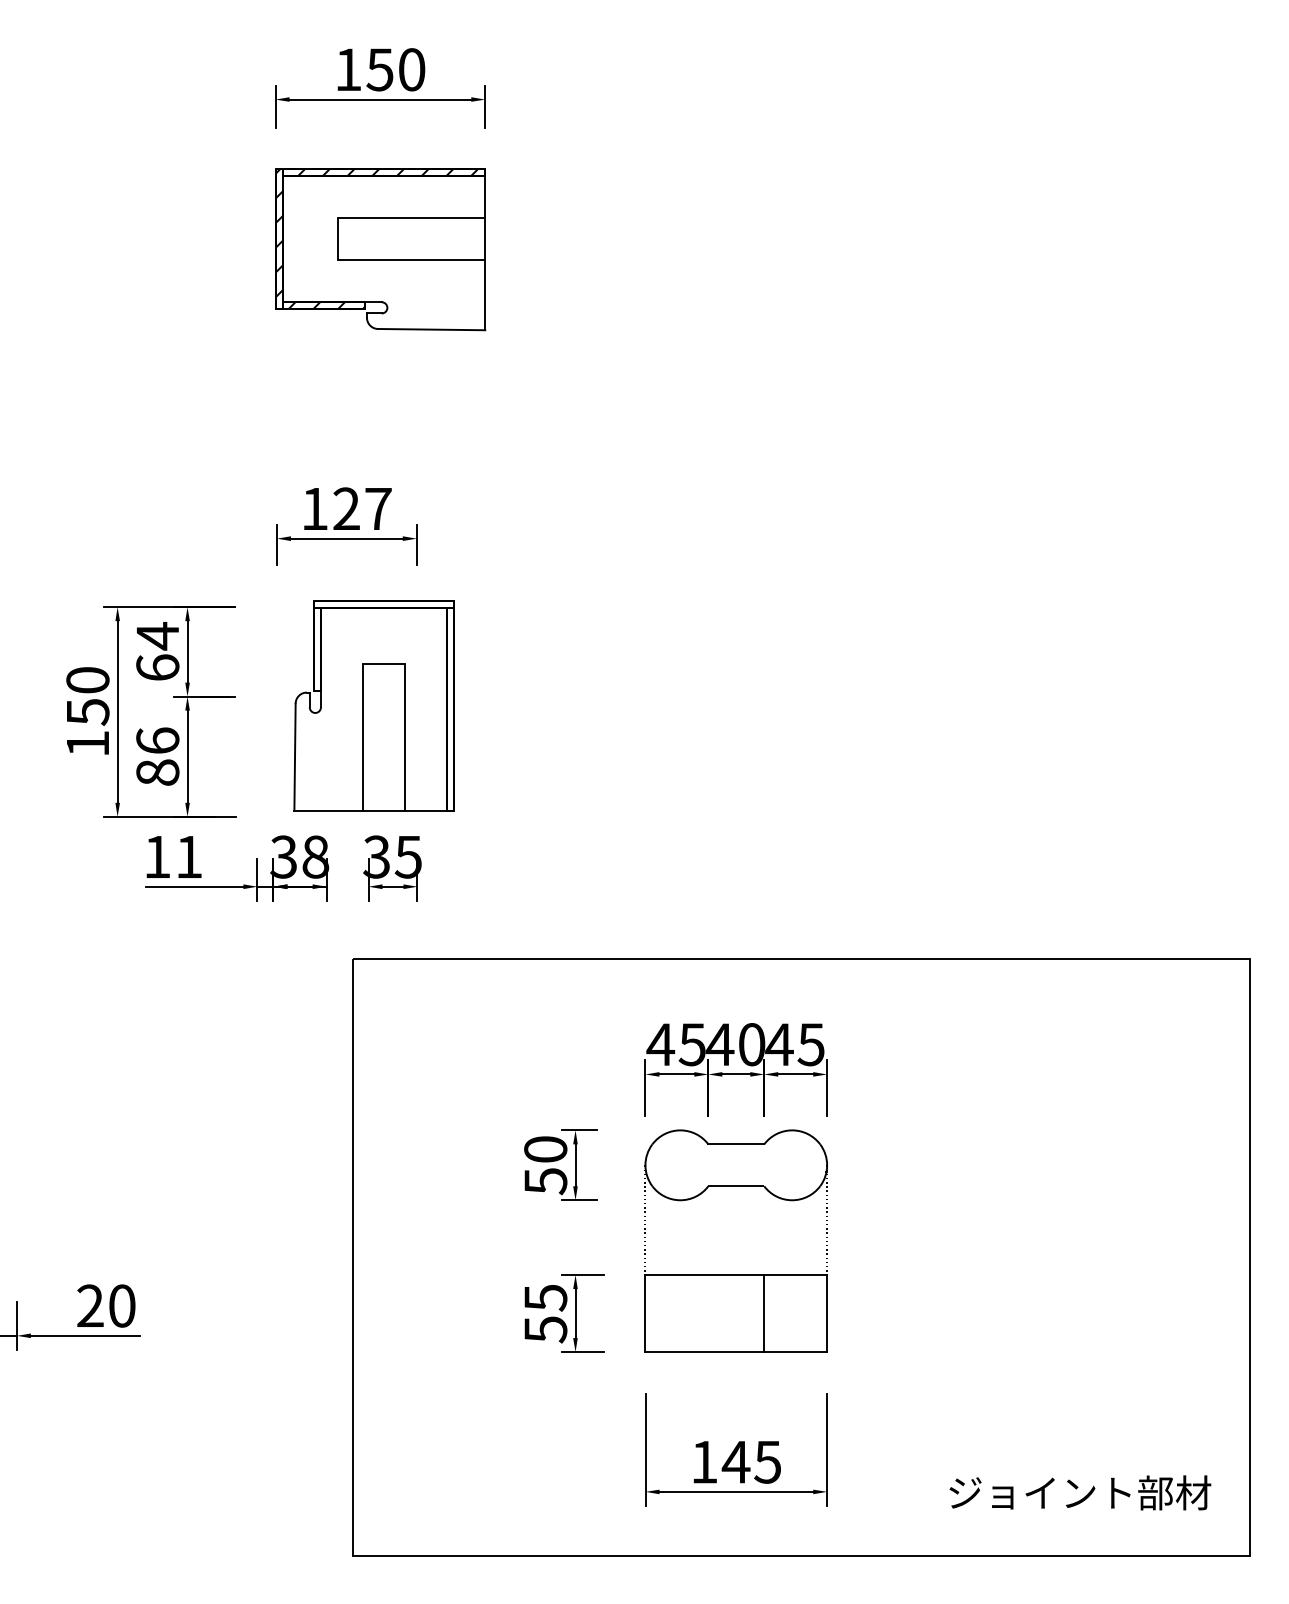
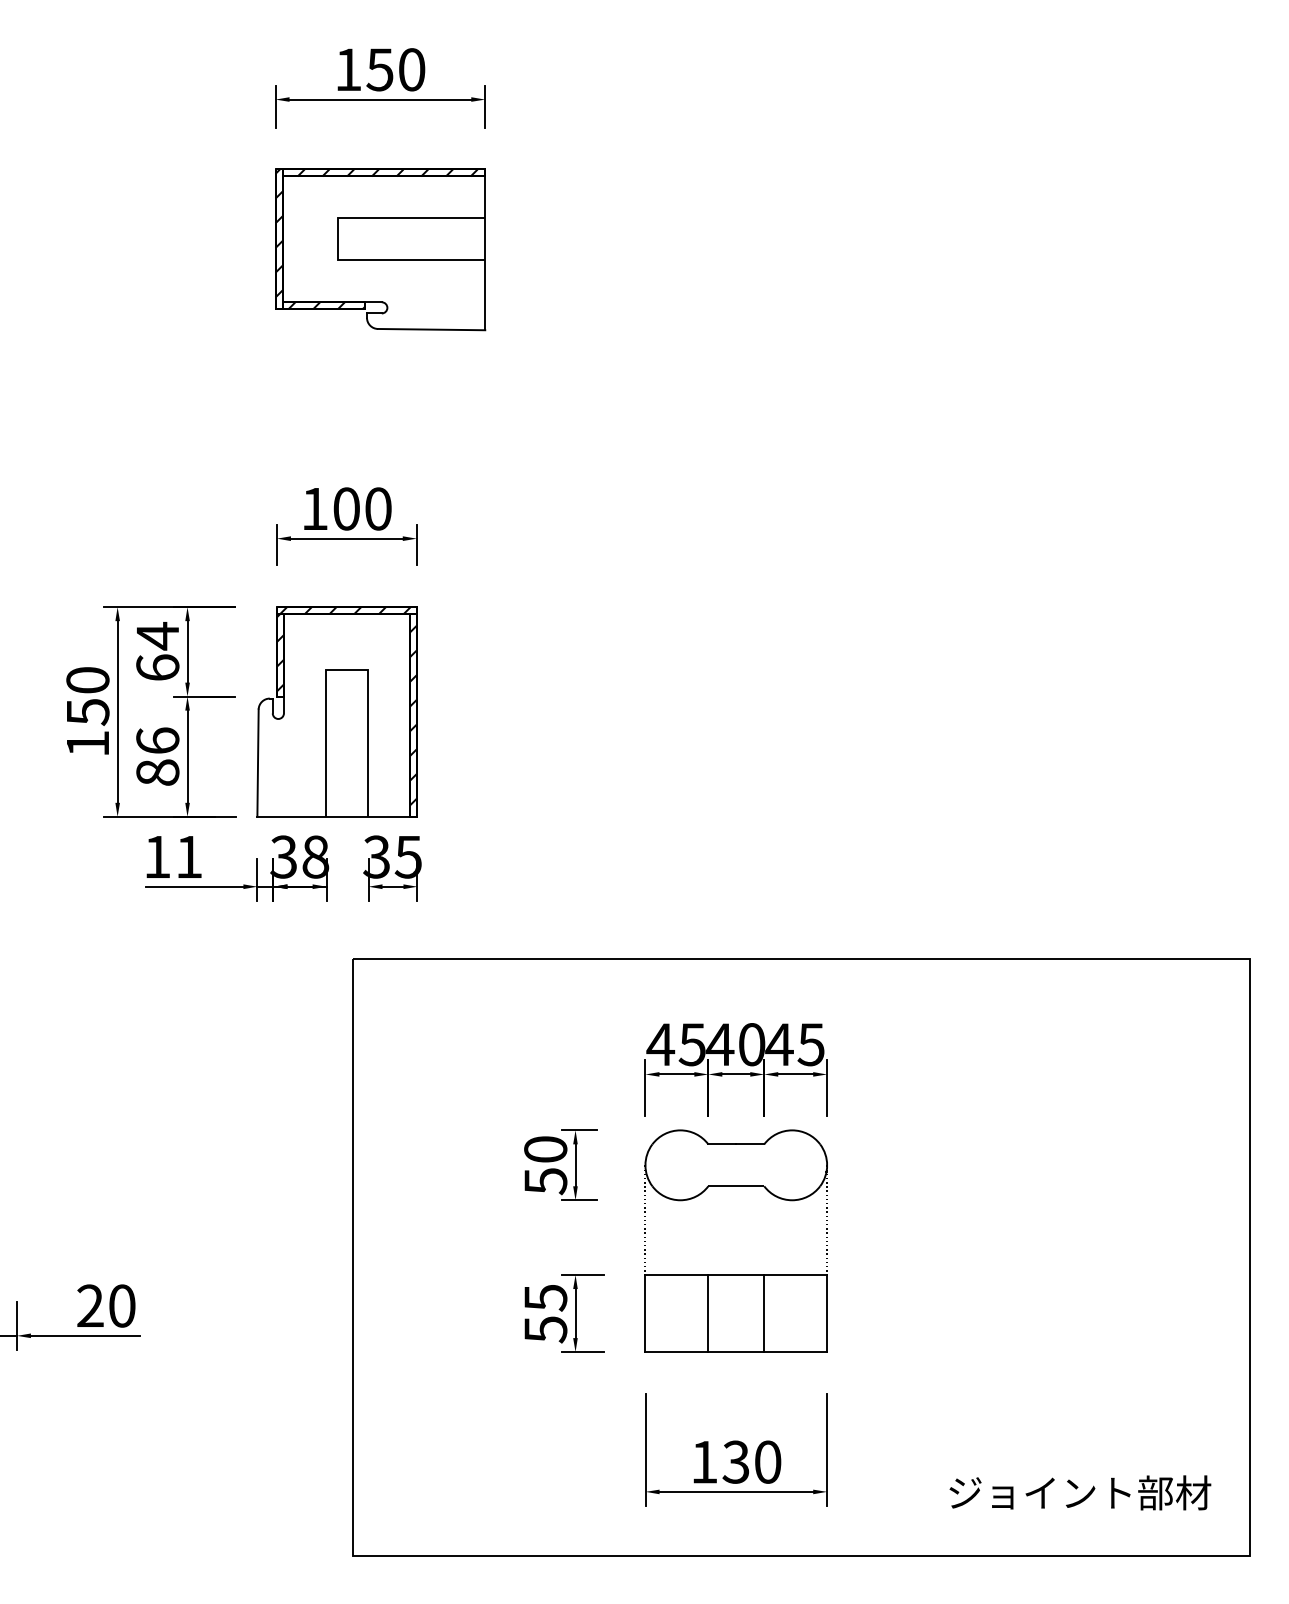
text at (362, 508): 127 -> 100
part at (373, 705) position: (373, 705) -> (336, 711)
line at (708, 1313): none -> present
text at (751, 1461): 145 -> 130
